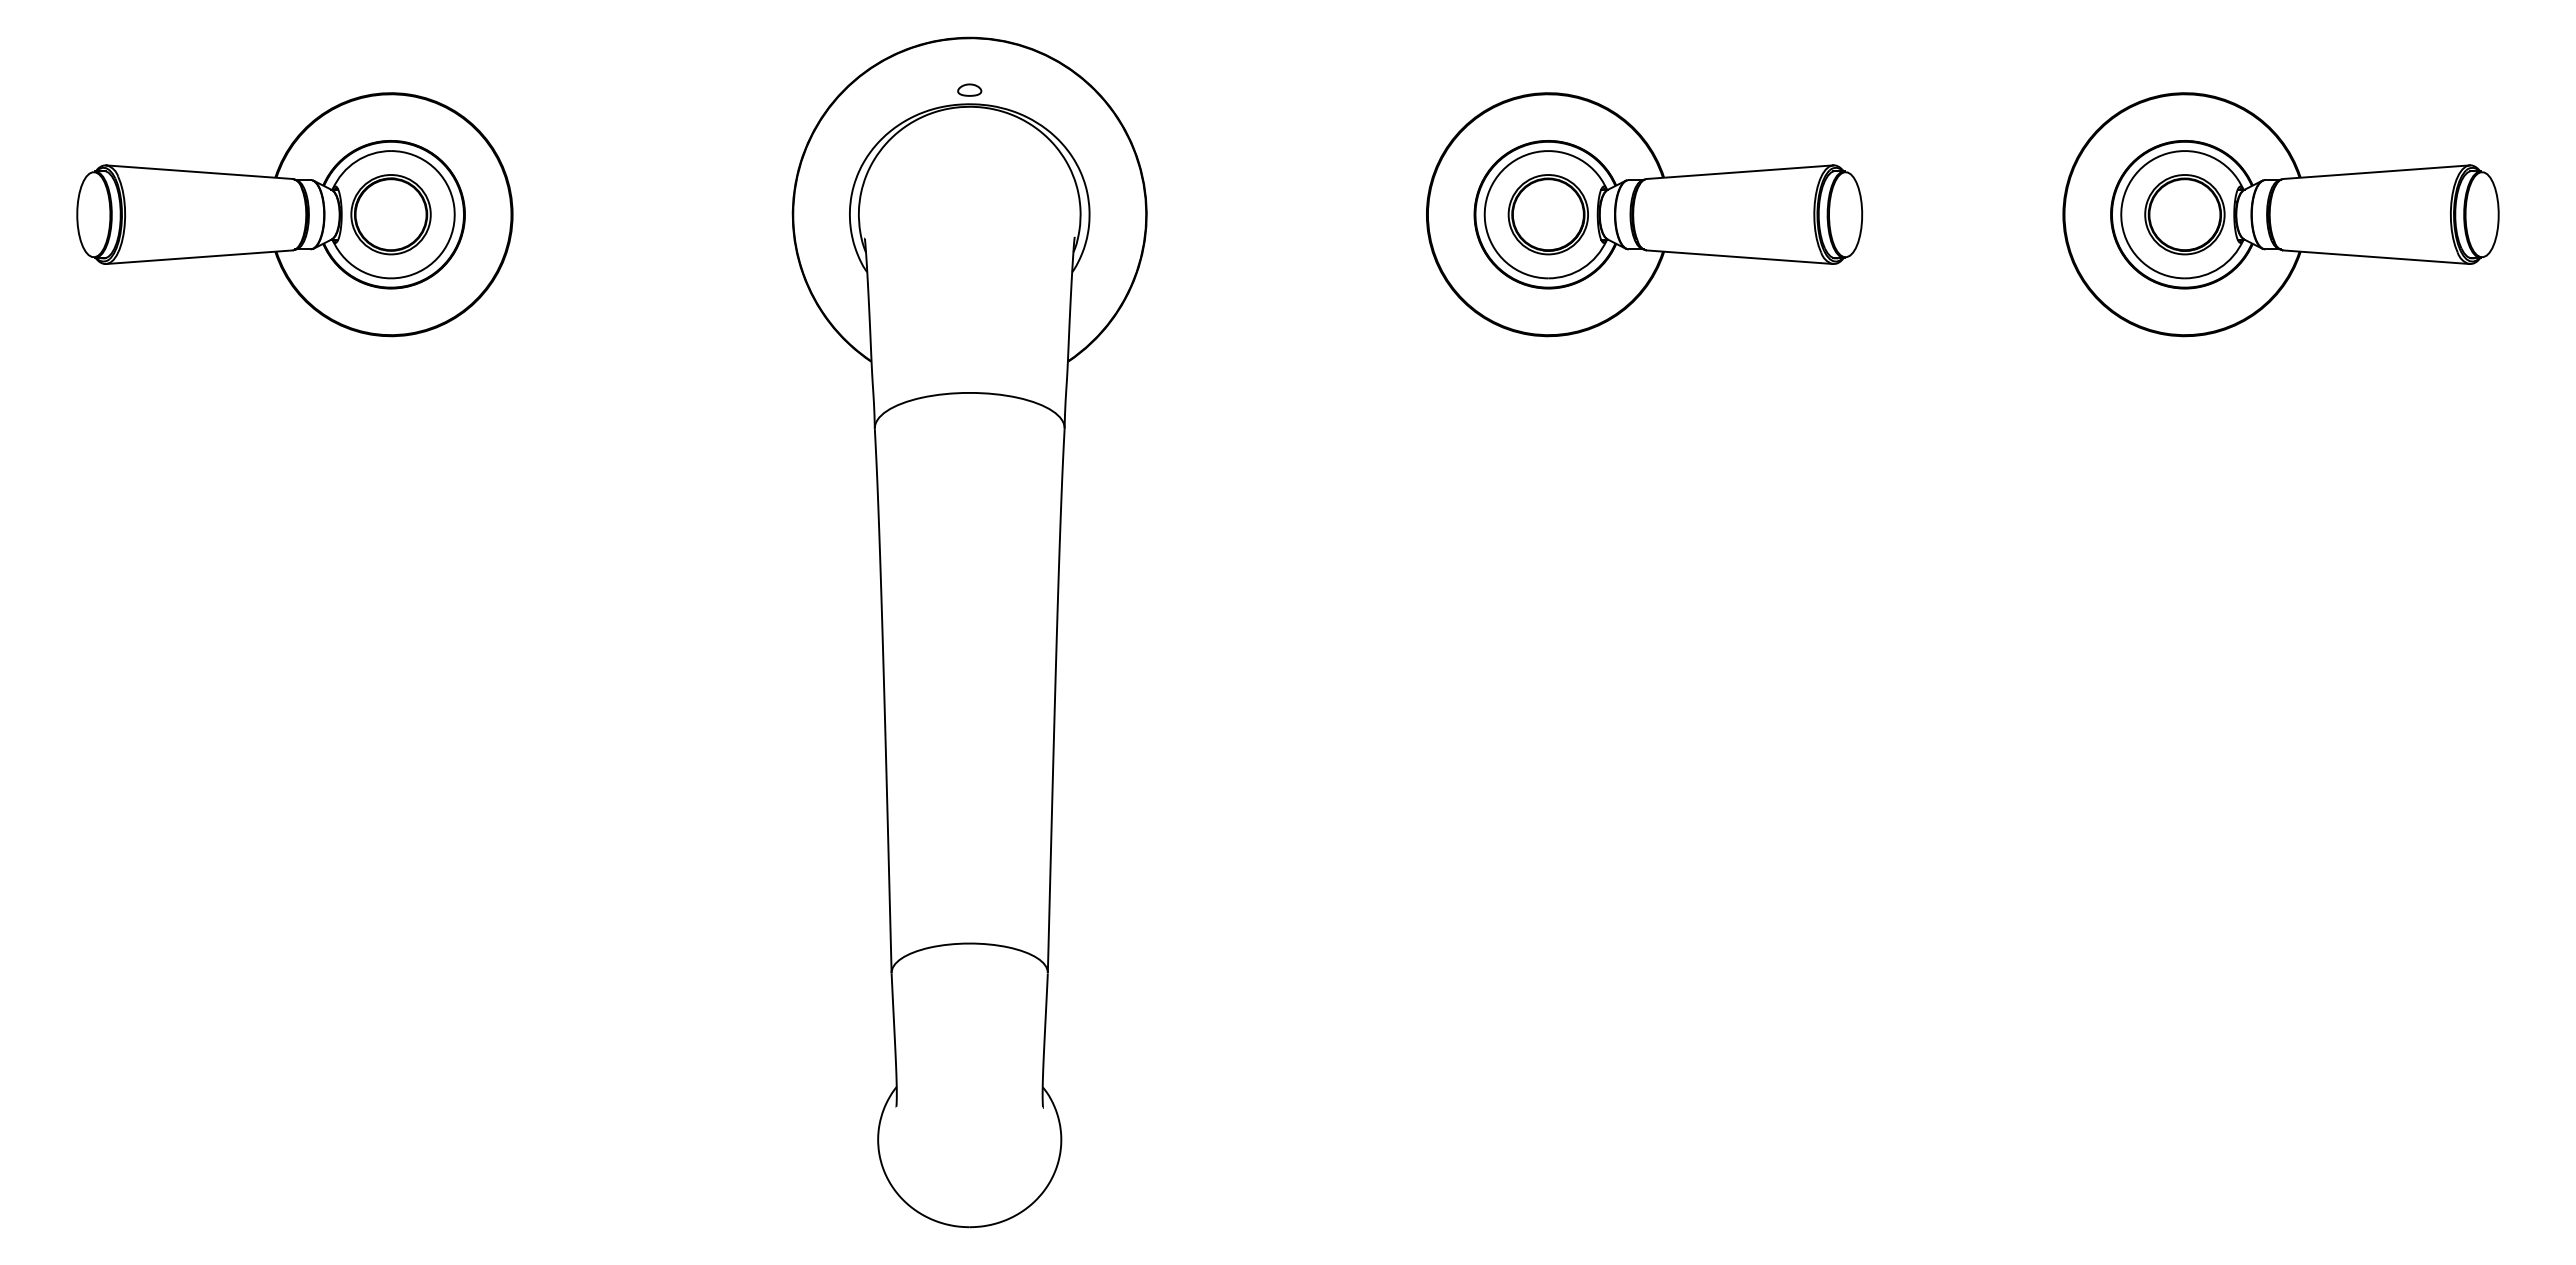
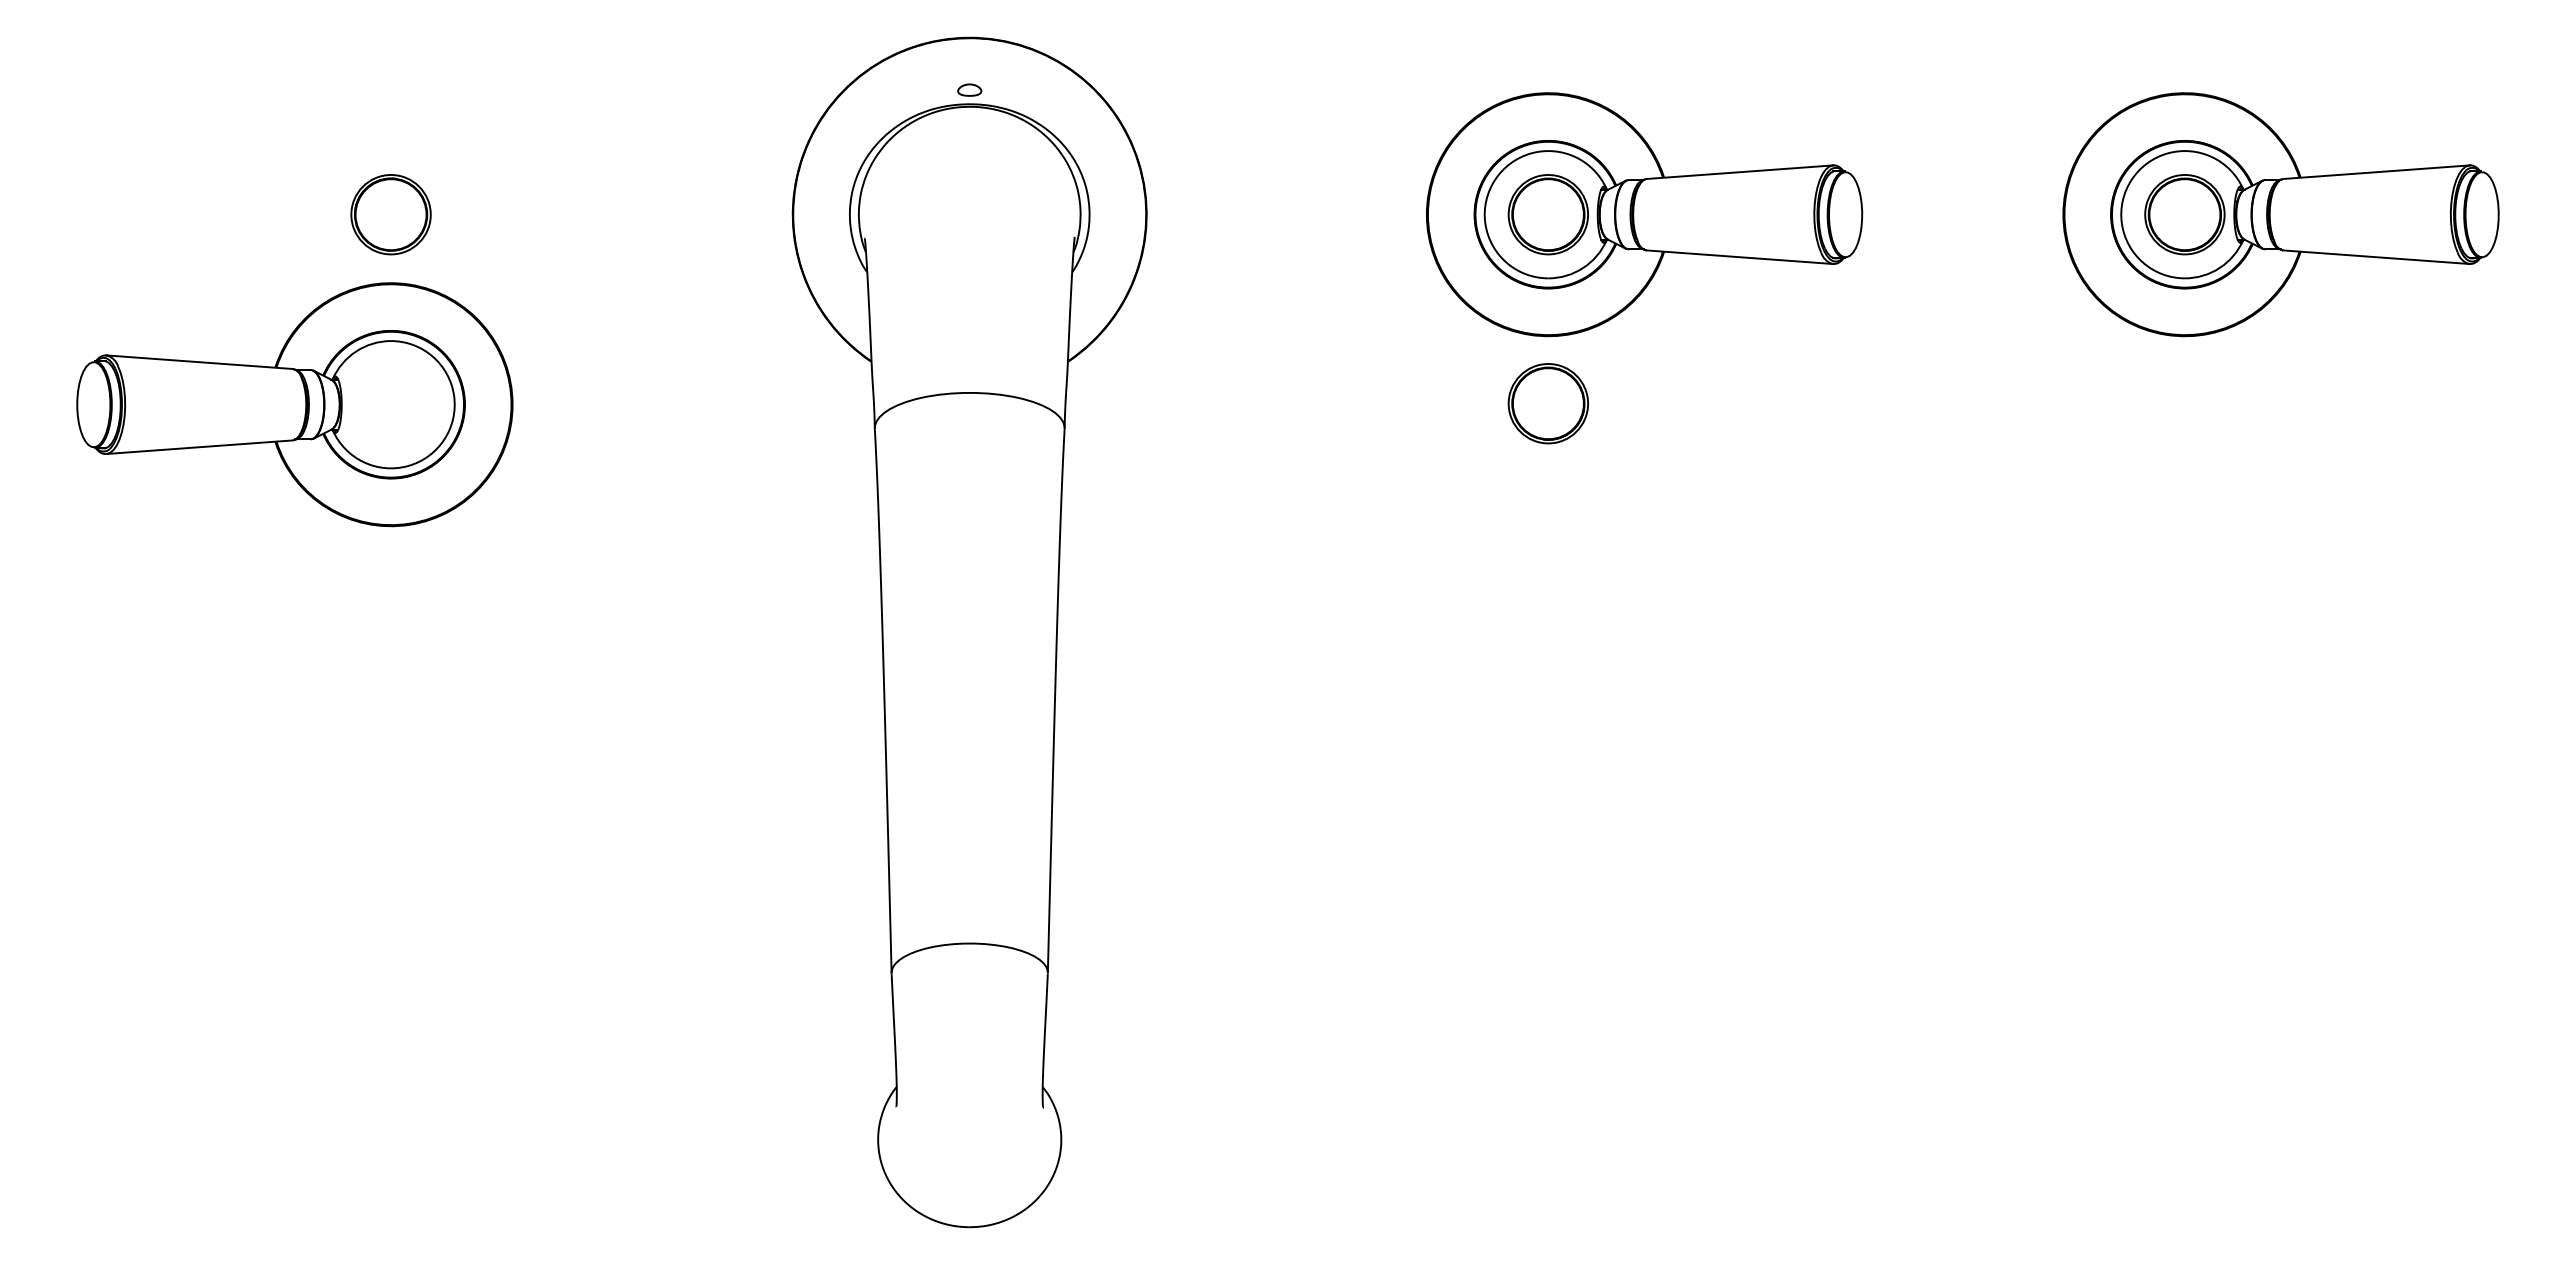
part at (294, 214) position: (294, 214) -> (294, 404)
part at (1547, 403): none -> present
